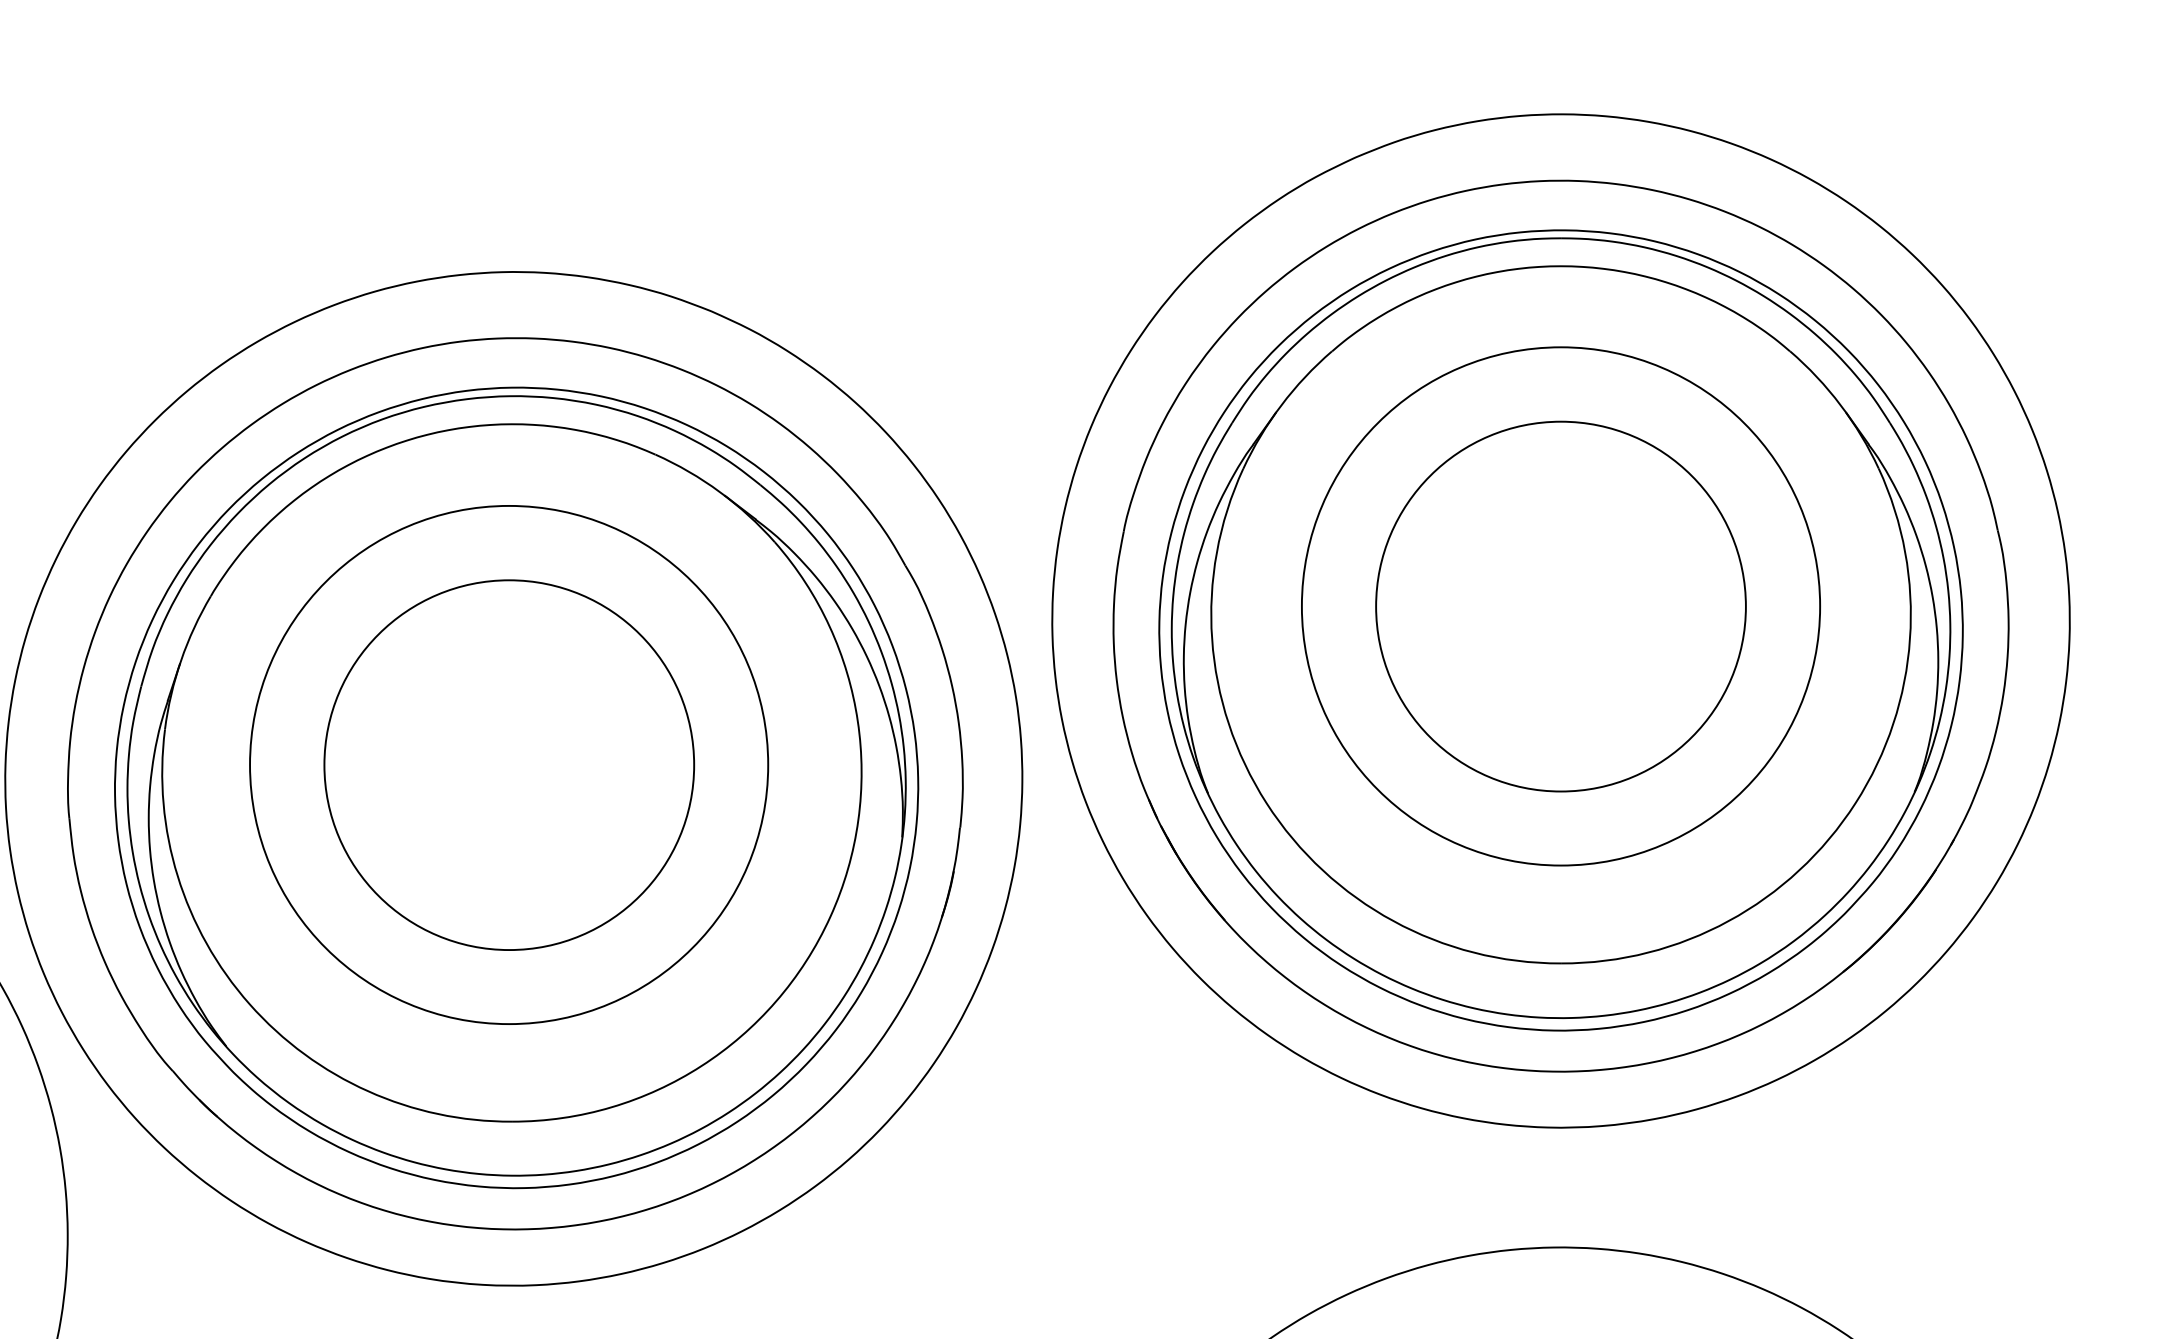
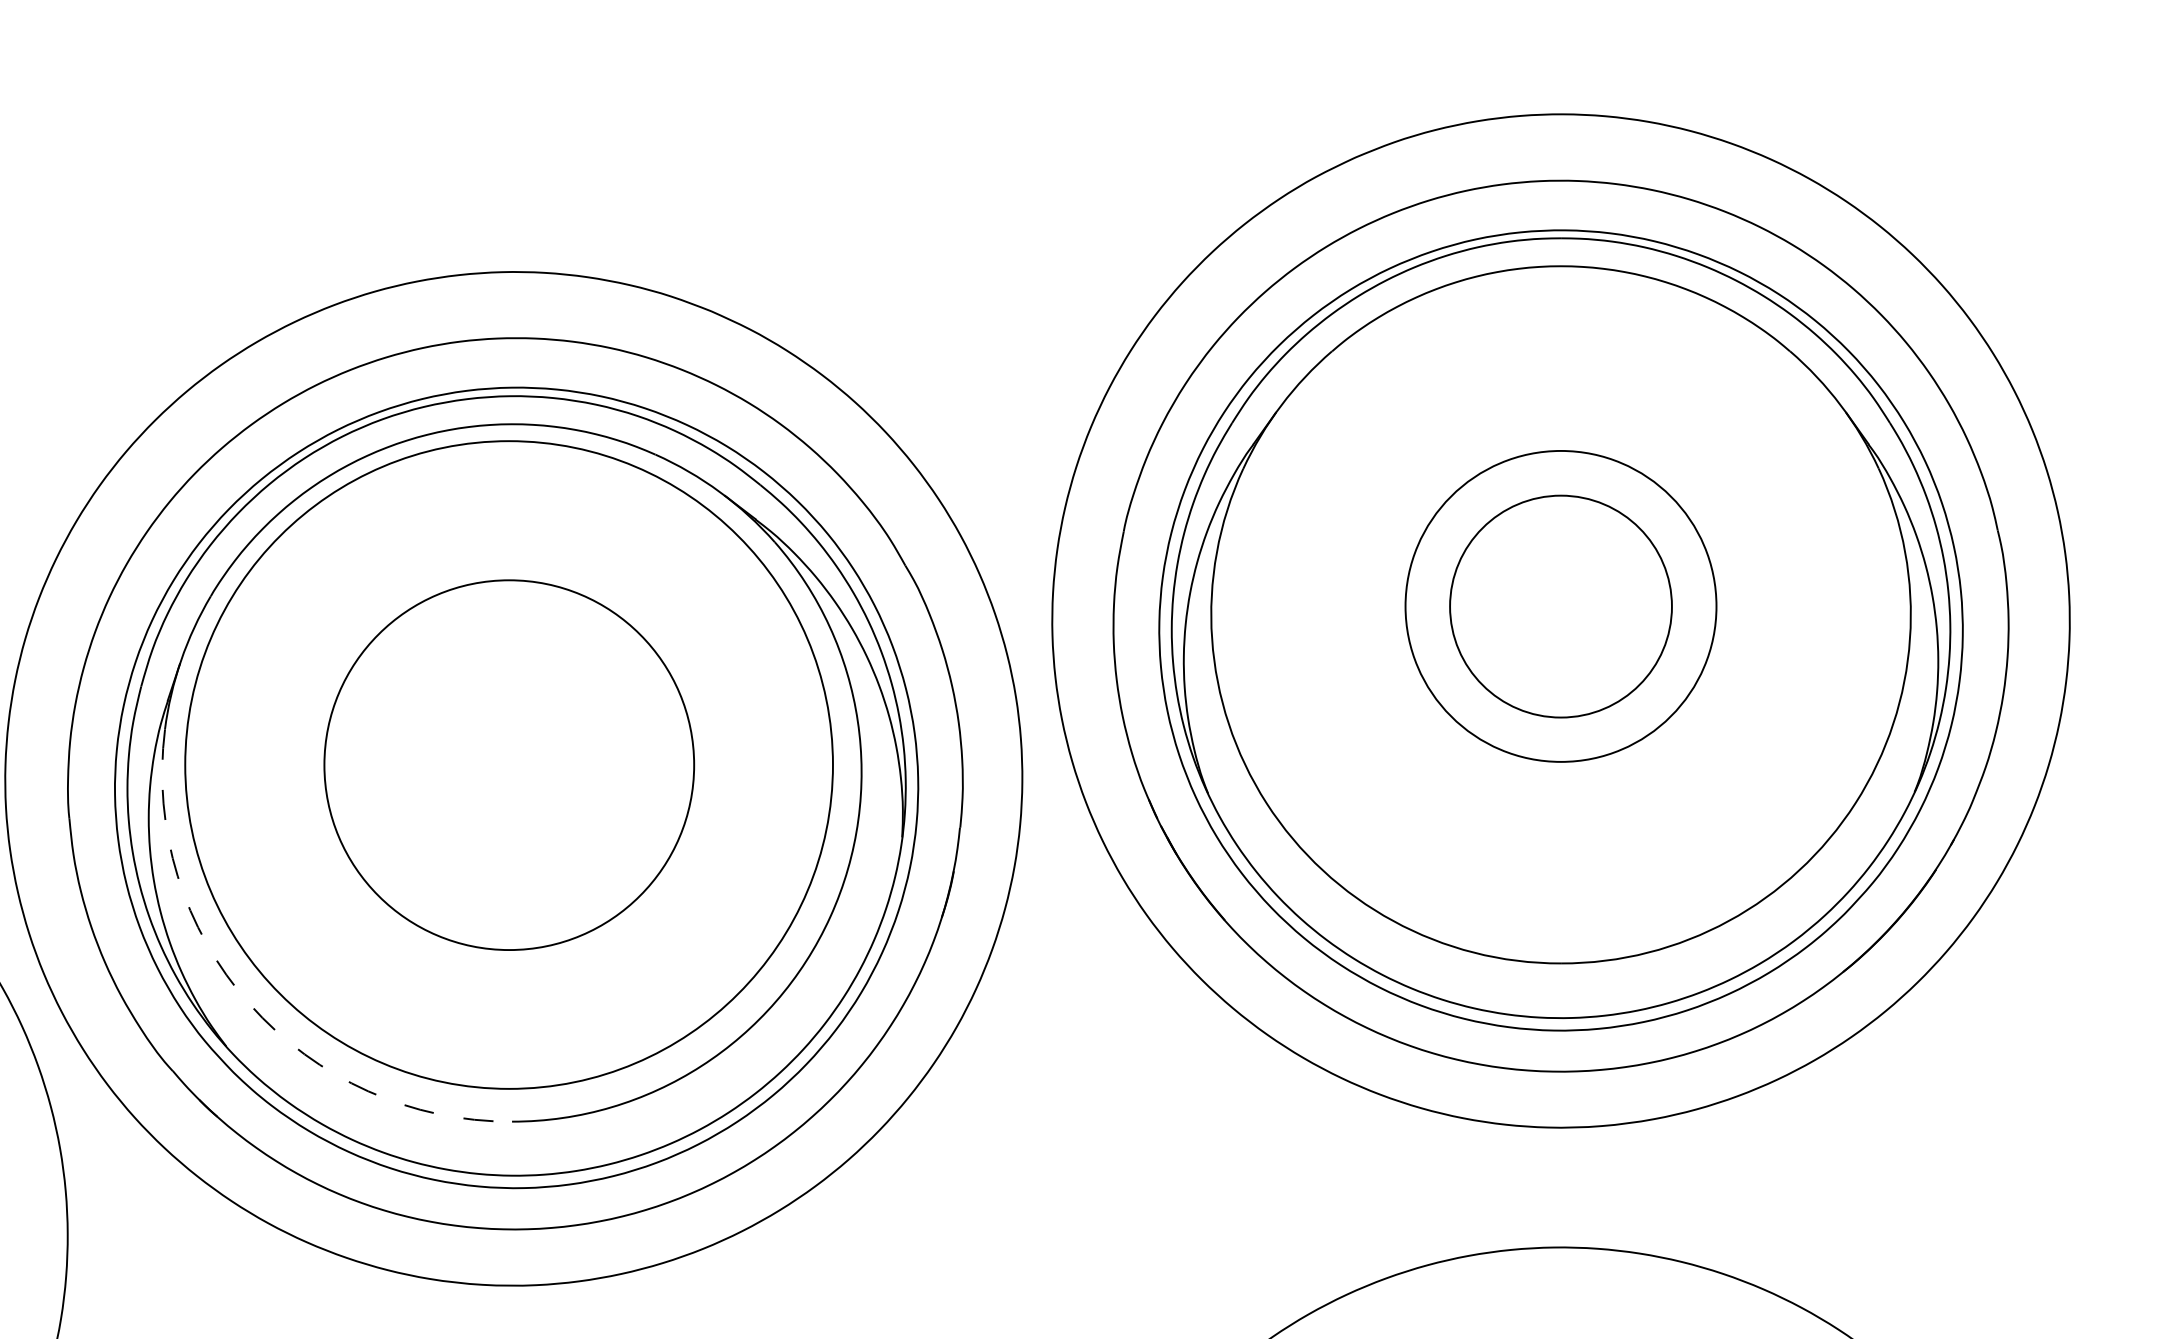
circle at (1560, 606) diameter: 370 px -> 222 px
circle at (1560, 606) diameter: 518 px -> 311 px
circle at (509, 764) diameter: 518 px -> 648 px
arc at (249, 1004): solid -> dashed
